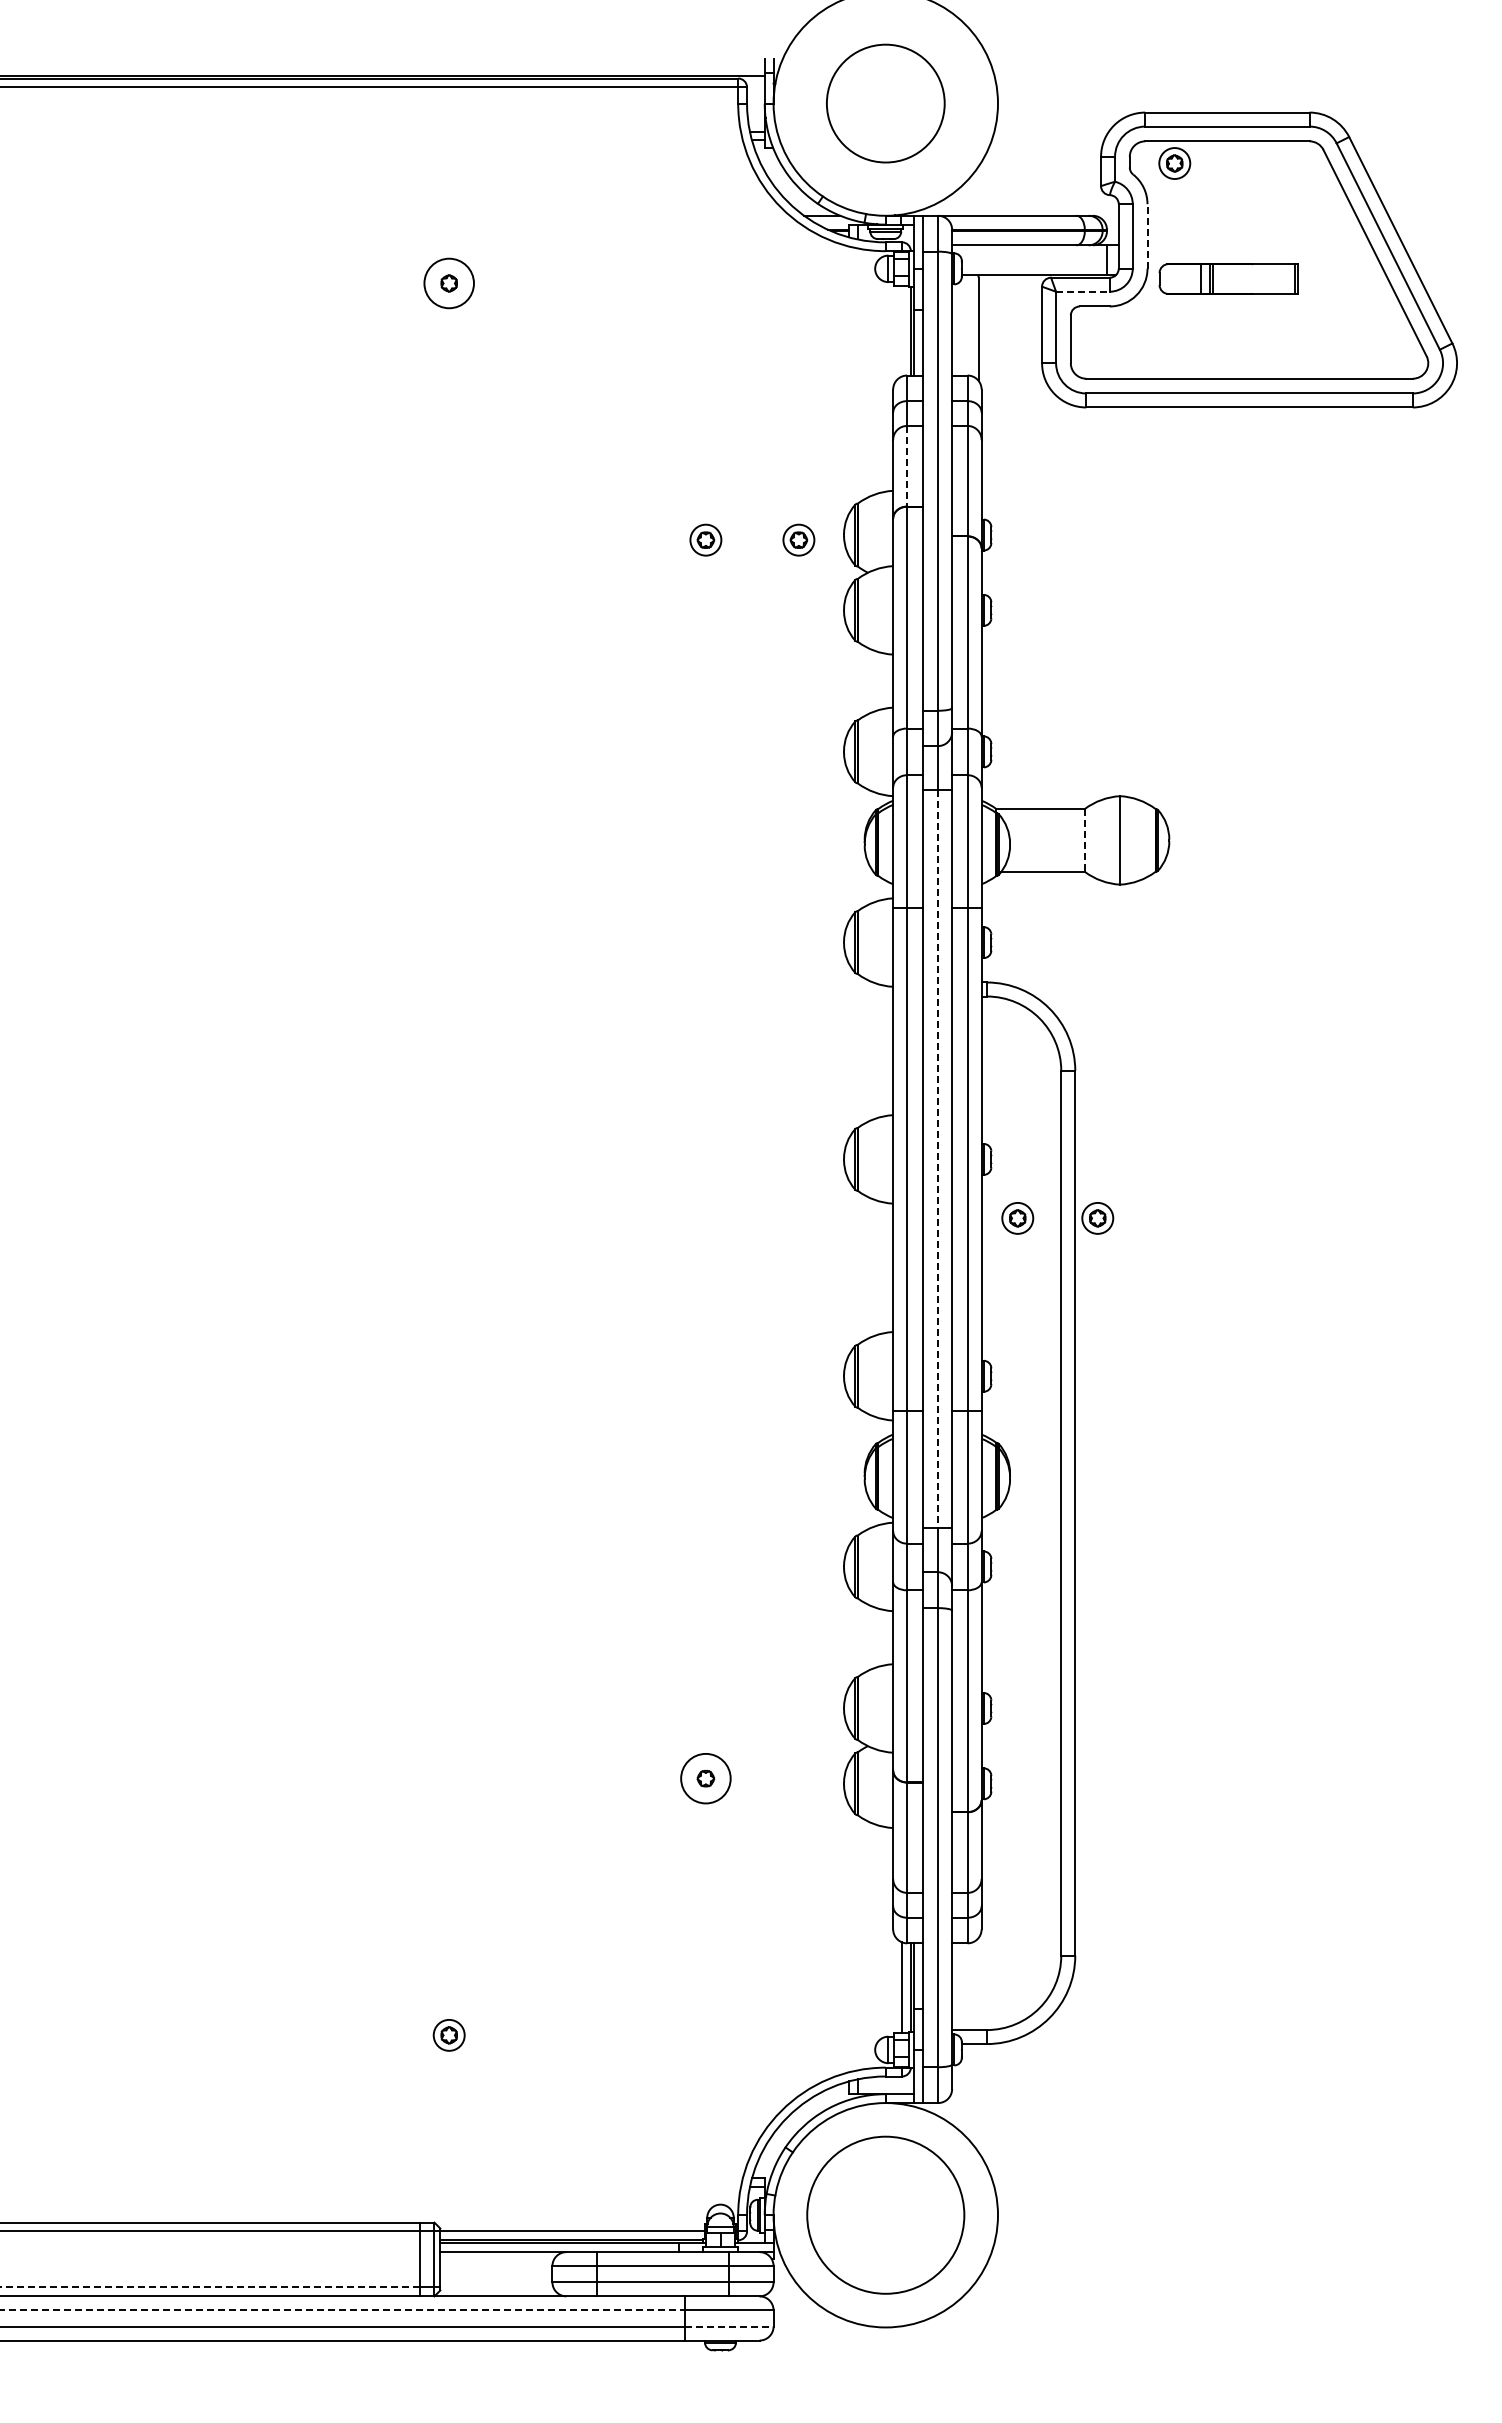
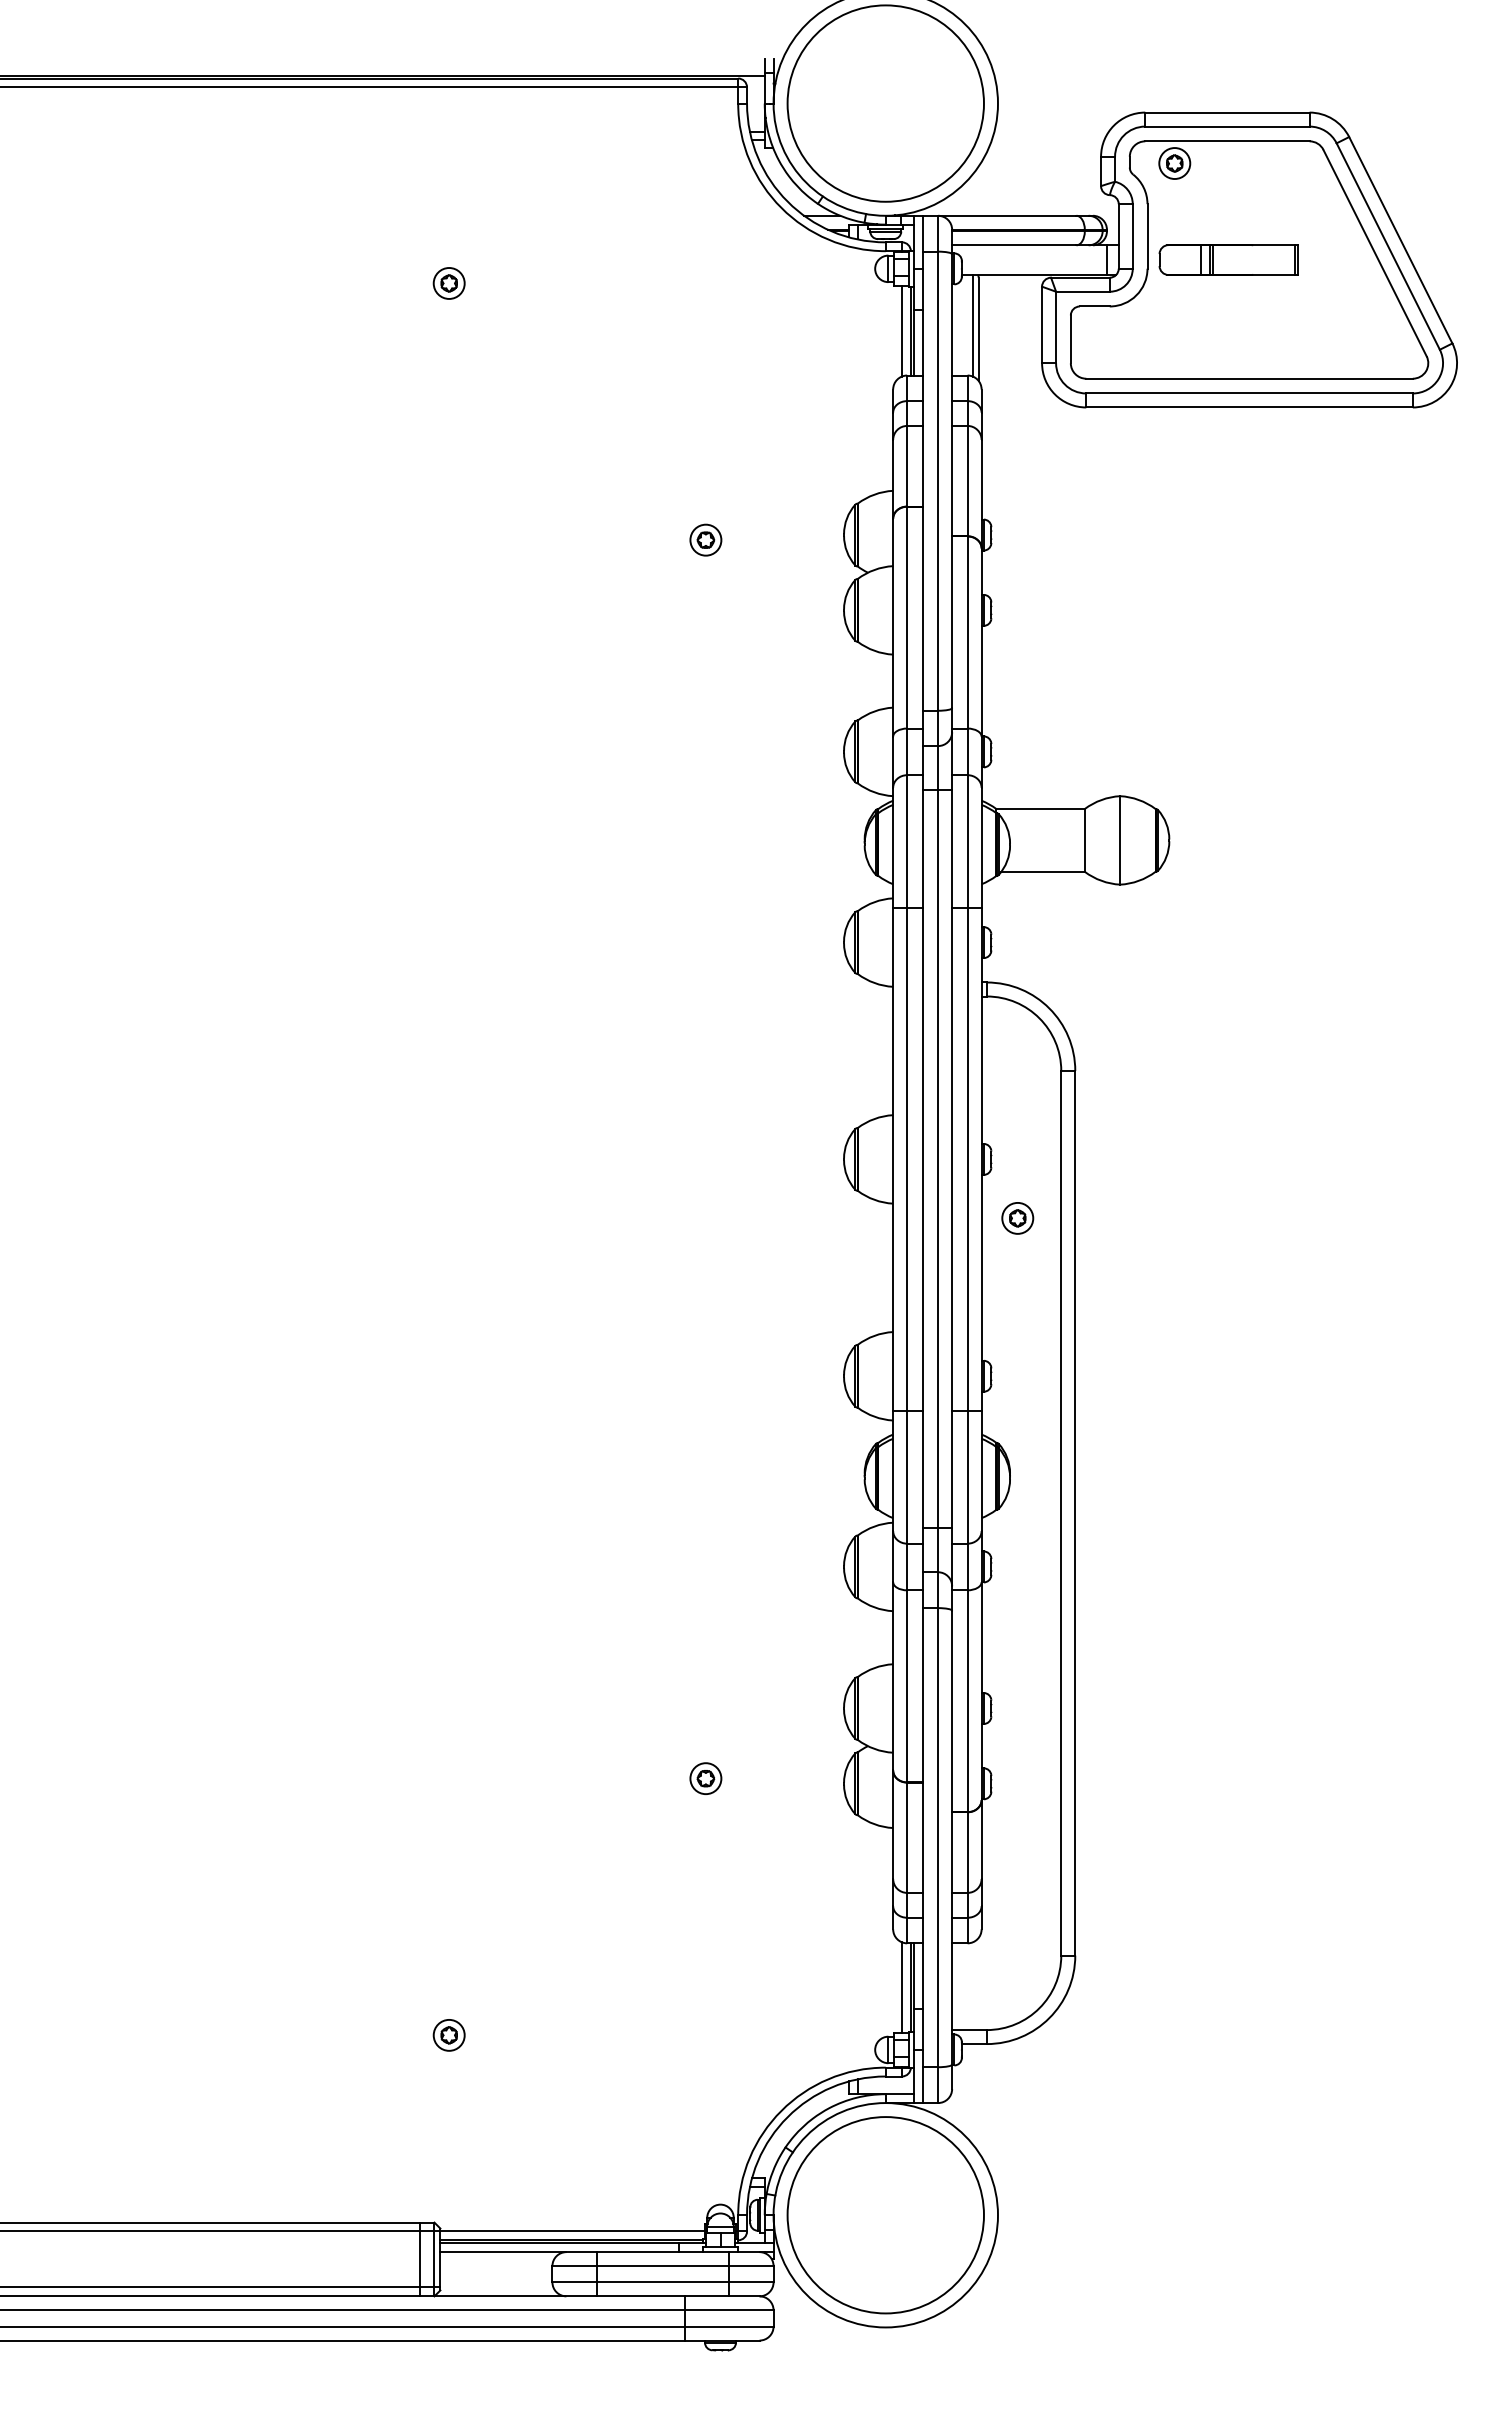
circle at (885, 103) diameter: 118 px -> 196 px
line at (1147, 235): dashed -> solid
part at (1228, 278) position: (1228, 278) -> (1228, 259)
circle at (448, 283) diameter: 50 px -> 31 px
line at (1082, 291): dashed -> solid
line at (972, 325): none -> present
line at (902, 330): none -> present
line at (907, 466): dashed -> solid
part at (798, 539): present -> none
line at (1084, 840): dashed -> solid
line at (938, 1159): dashed -> solid
part at (1097, 1218): present -> none
circle at (705, 1778) diameter: 50 px -> 31 px
circle at (885, 2214) diameter: 157 px -> 196 px
line at (209, 2287): dashed -> solid
line at (343, 2310): dashed -> solid
line at (729, 2326): dashed -> solid
